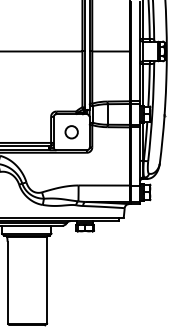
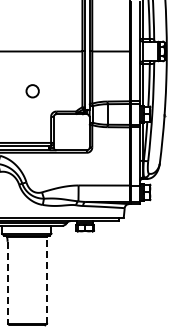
circle at (71, 132) position: (71, 132) -> (32, 91)
line at (47, 279): solid -> dashed
line at (7, 282): solid -> dashed
